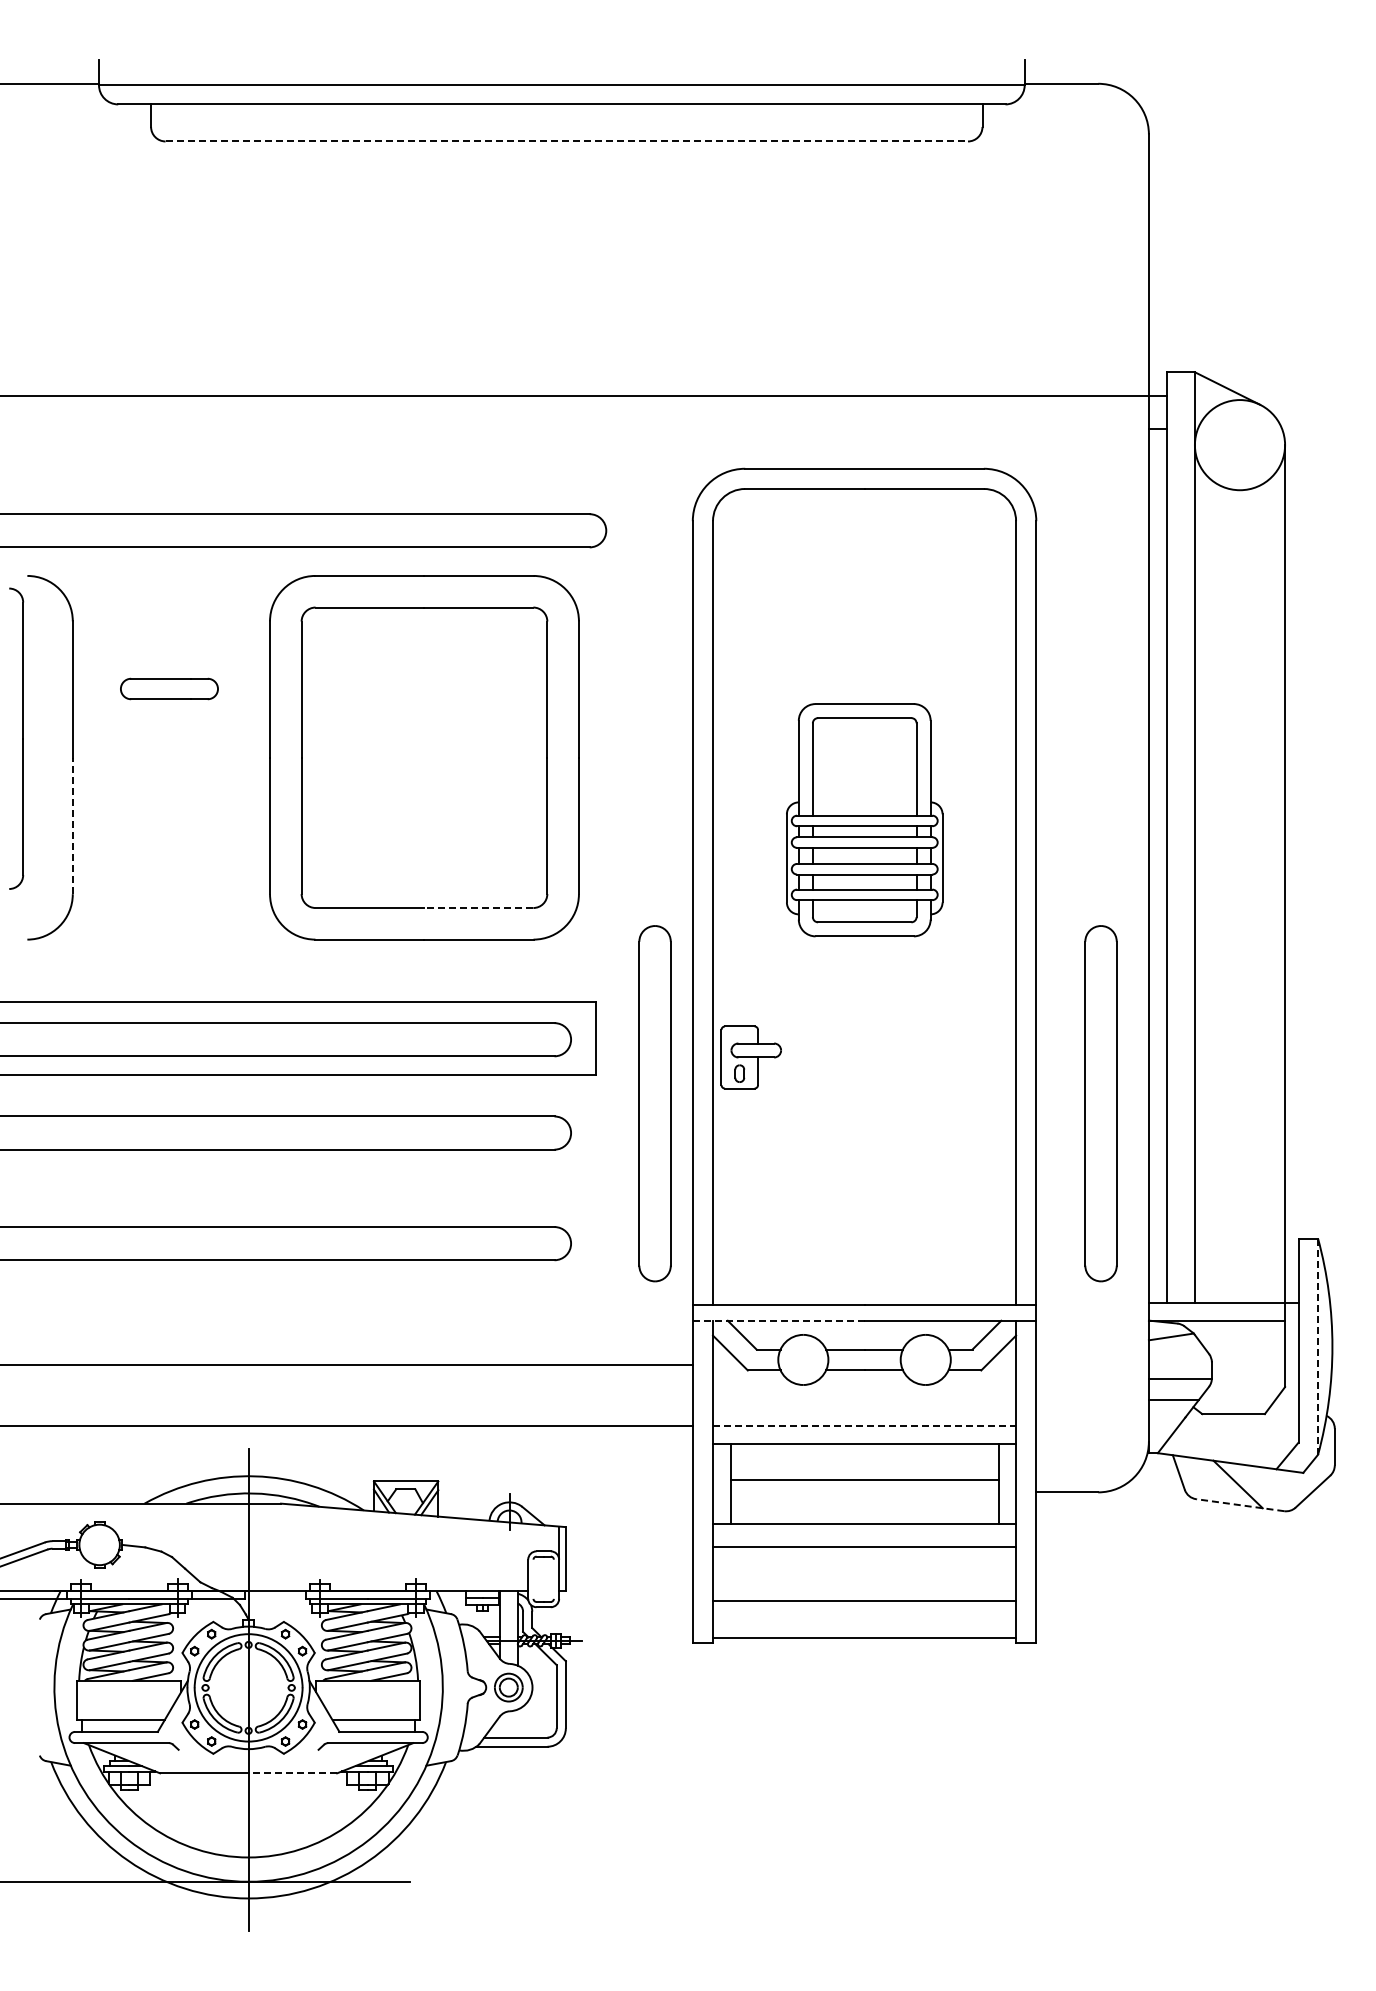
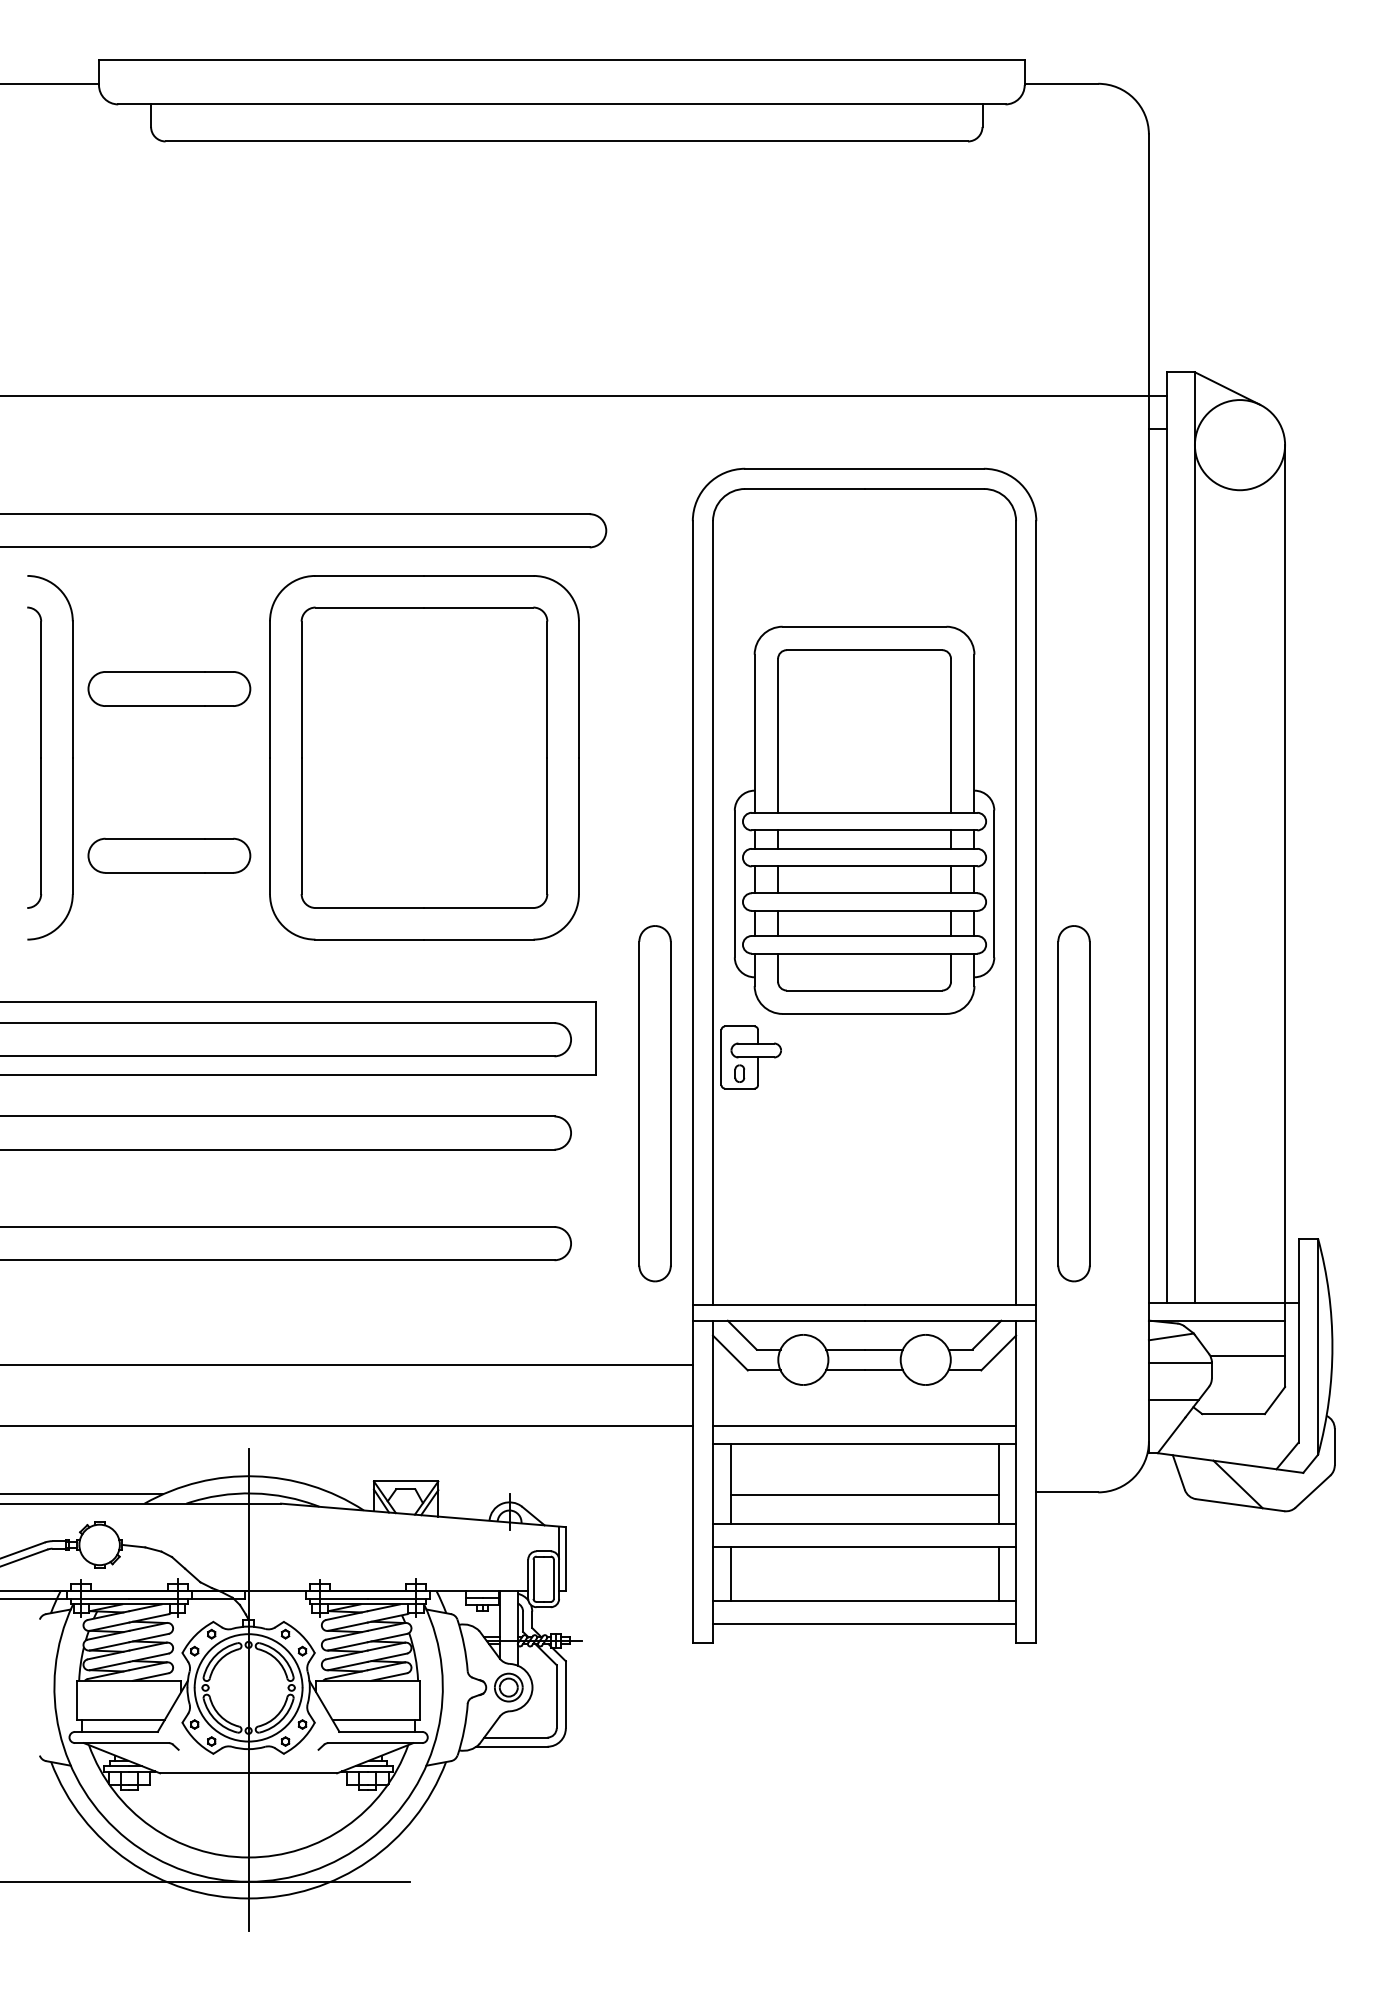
line at (561, 84) position: (561, 84) -> (561, 59)
line at (567, 141): dashed -> solid
part at (169, 688) size: 99x24 px -> 165x36 px
part at (16, 738) position: (16, 738) -> (34, 757)
part at (864, 820) size: 158x235 px -> 262x390 px
line at (72, 825): dashed -> solid
part at (169, 855): none -> present
line at (478, 908): dashed -> solid
part at (1100, 1103) position: (1100, 1103) -> (1073, 1103)
line at (778, 1320): dashed -> solid
line at (1318, 1346): dashed -> solid
line at (1247, 1356): none -> present
line at (1179, 1379) position: (1179, 1379) -> (1179, 1363)
line at (864, 1426): dashed -> solid
line at (864, 1480) position: (864, 1480) -> (864, 1495)
line at (82, 1494): none -> present
line at (1239, 1505): dashed -> solid
line at (730, 1573): none -> present
line at (998, 1573): none -> present
line at (533, 1578): none -> present
line at (553, 1578): none -> present
line at (864, 1638) position: (864, 1638) -> (864, 1624)
line at (292, 1773): dashed -> solid
